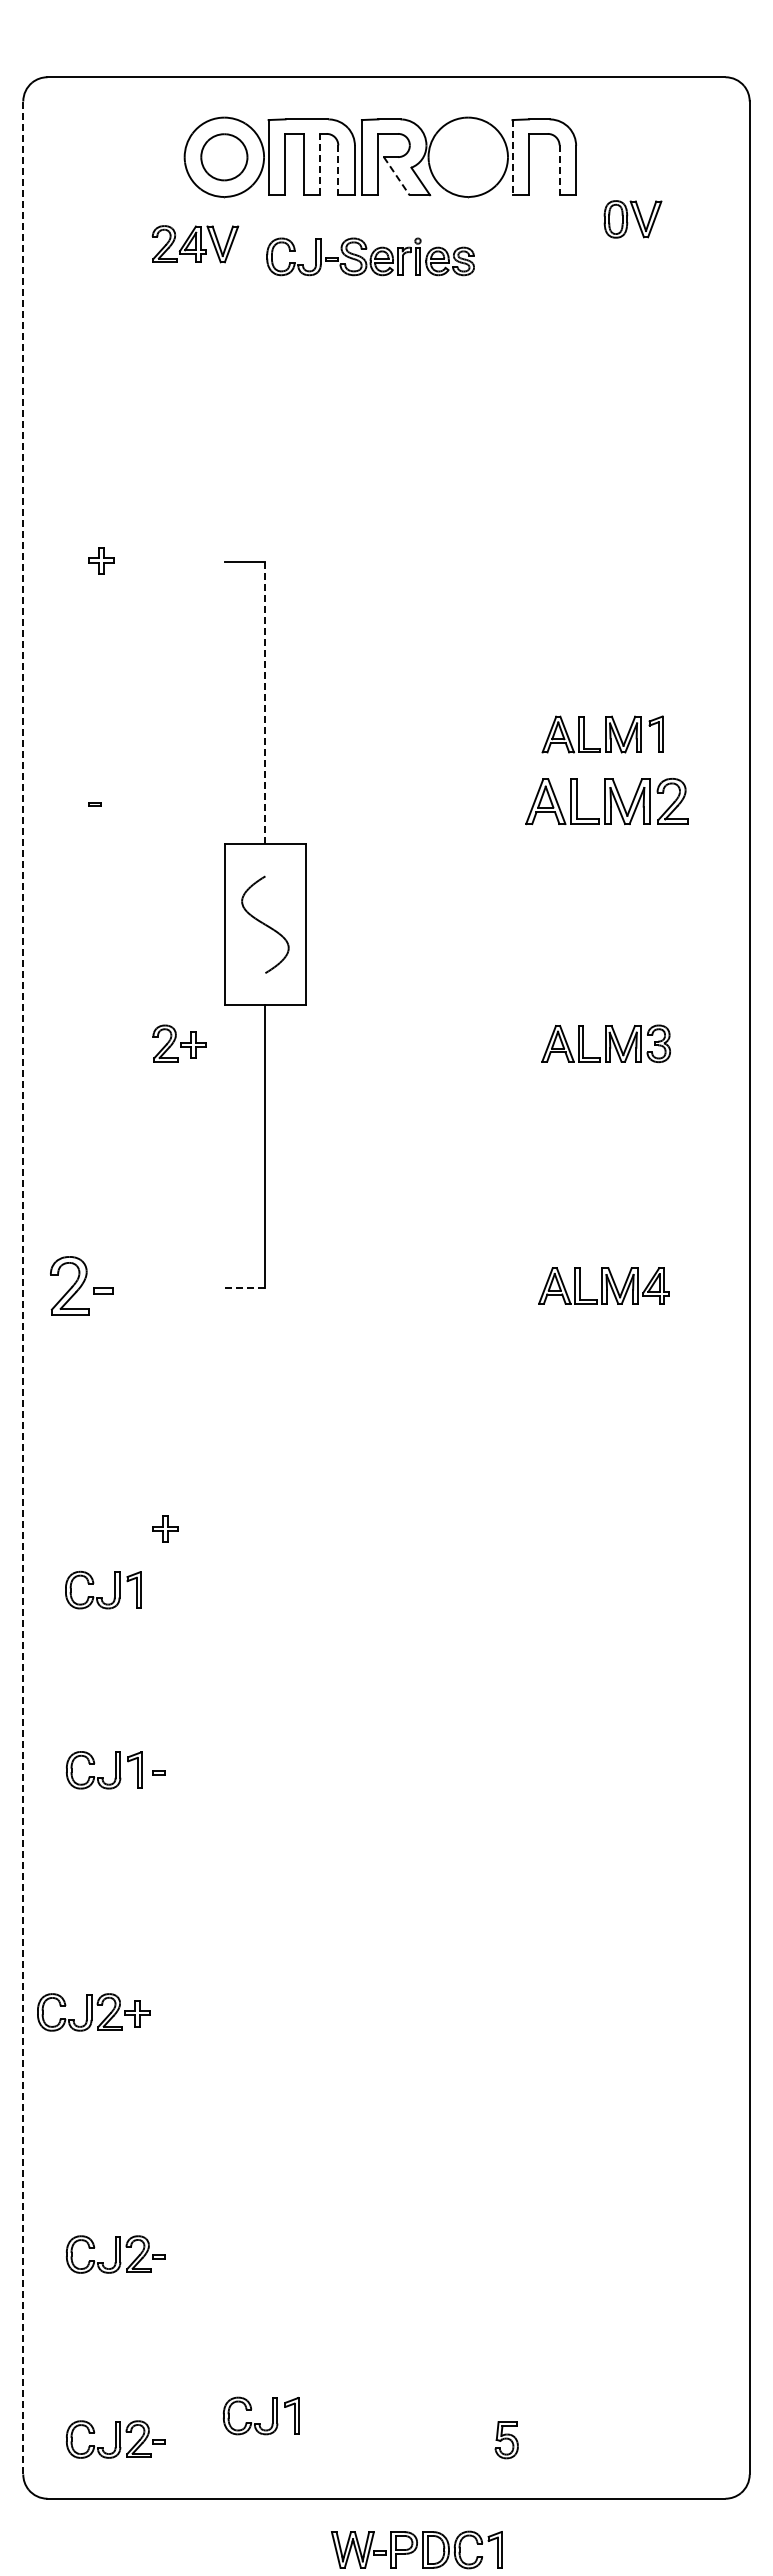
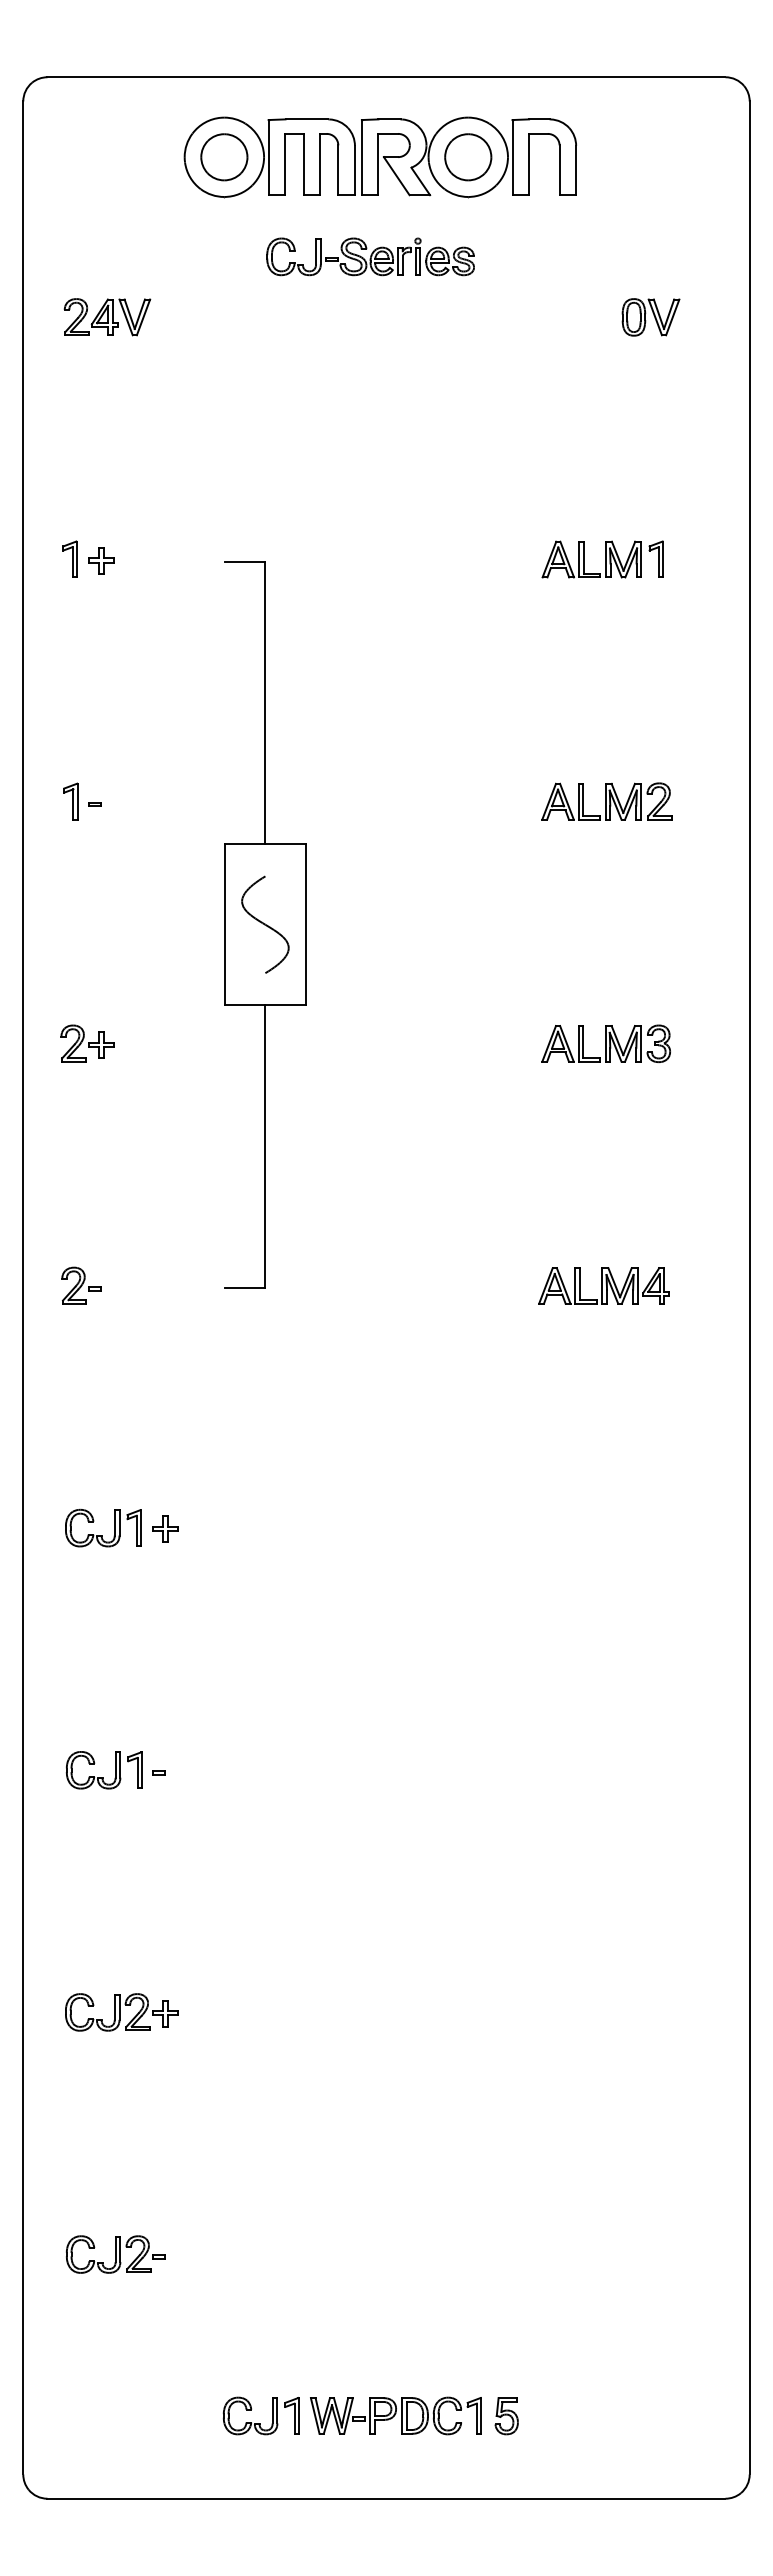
part at (468, 157): none -> present
line at (512, 157): dashed -> solid
line at (320, 164): dashed -> solid
line at (338, 170): dashed -> solid
line at (559, 170): dashed -> solid
line at (396, 176): dashed -> solid
part at (632, 219) position: (632, 219) -> (650, 317)
part at (195, 244) position: (195, 244) -> (107, 317)
part at (69, 558): none -> present
line at (265, 703): dashed -> solid
part at (602, 734) position: (602, 734) -> (602, 559)
part at (70, 801): none -> present
part at (606, 801) size: 164x48 px -> 132x39 px
part at (179, 1043) position: (179, 1043) -> (87, 1043)
part at (81, 1285) size: 64x60 px -> 41x39 px
line at (23, 1287): dashed -> solid
line at (244, 1288): dashed -> solid
part at (102, 1597) position: (102, 1597) -> (102, 1535)
part at (93, 2012) position: (93, 2012) -> (121, 2012)
part at (115, 2439): present -> none
part at (506, 2440) position: (506, 2440) -> (506, 2416)
part at (416, 2549) position: (416, 2549) -> (395, 2415)
